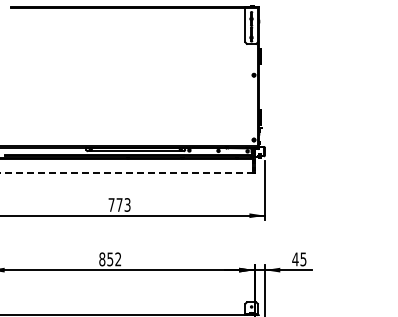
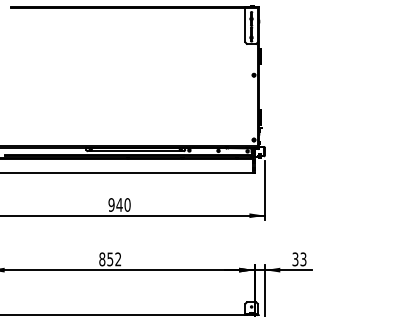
line at (126, 172): dashed -> solid
text at (119, 204): 773 -> 940
text at (299, 259): 45 -> 33
